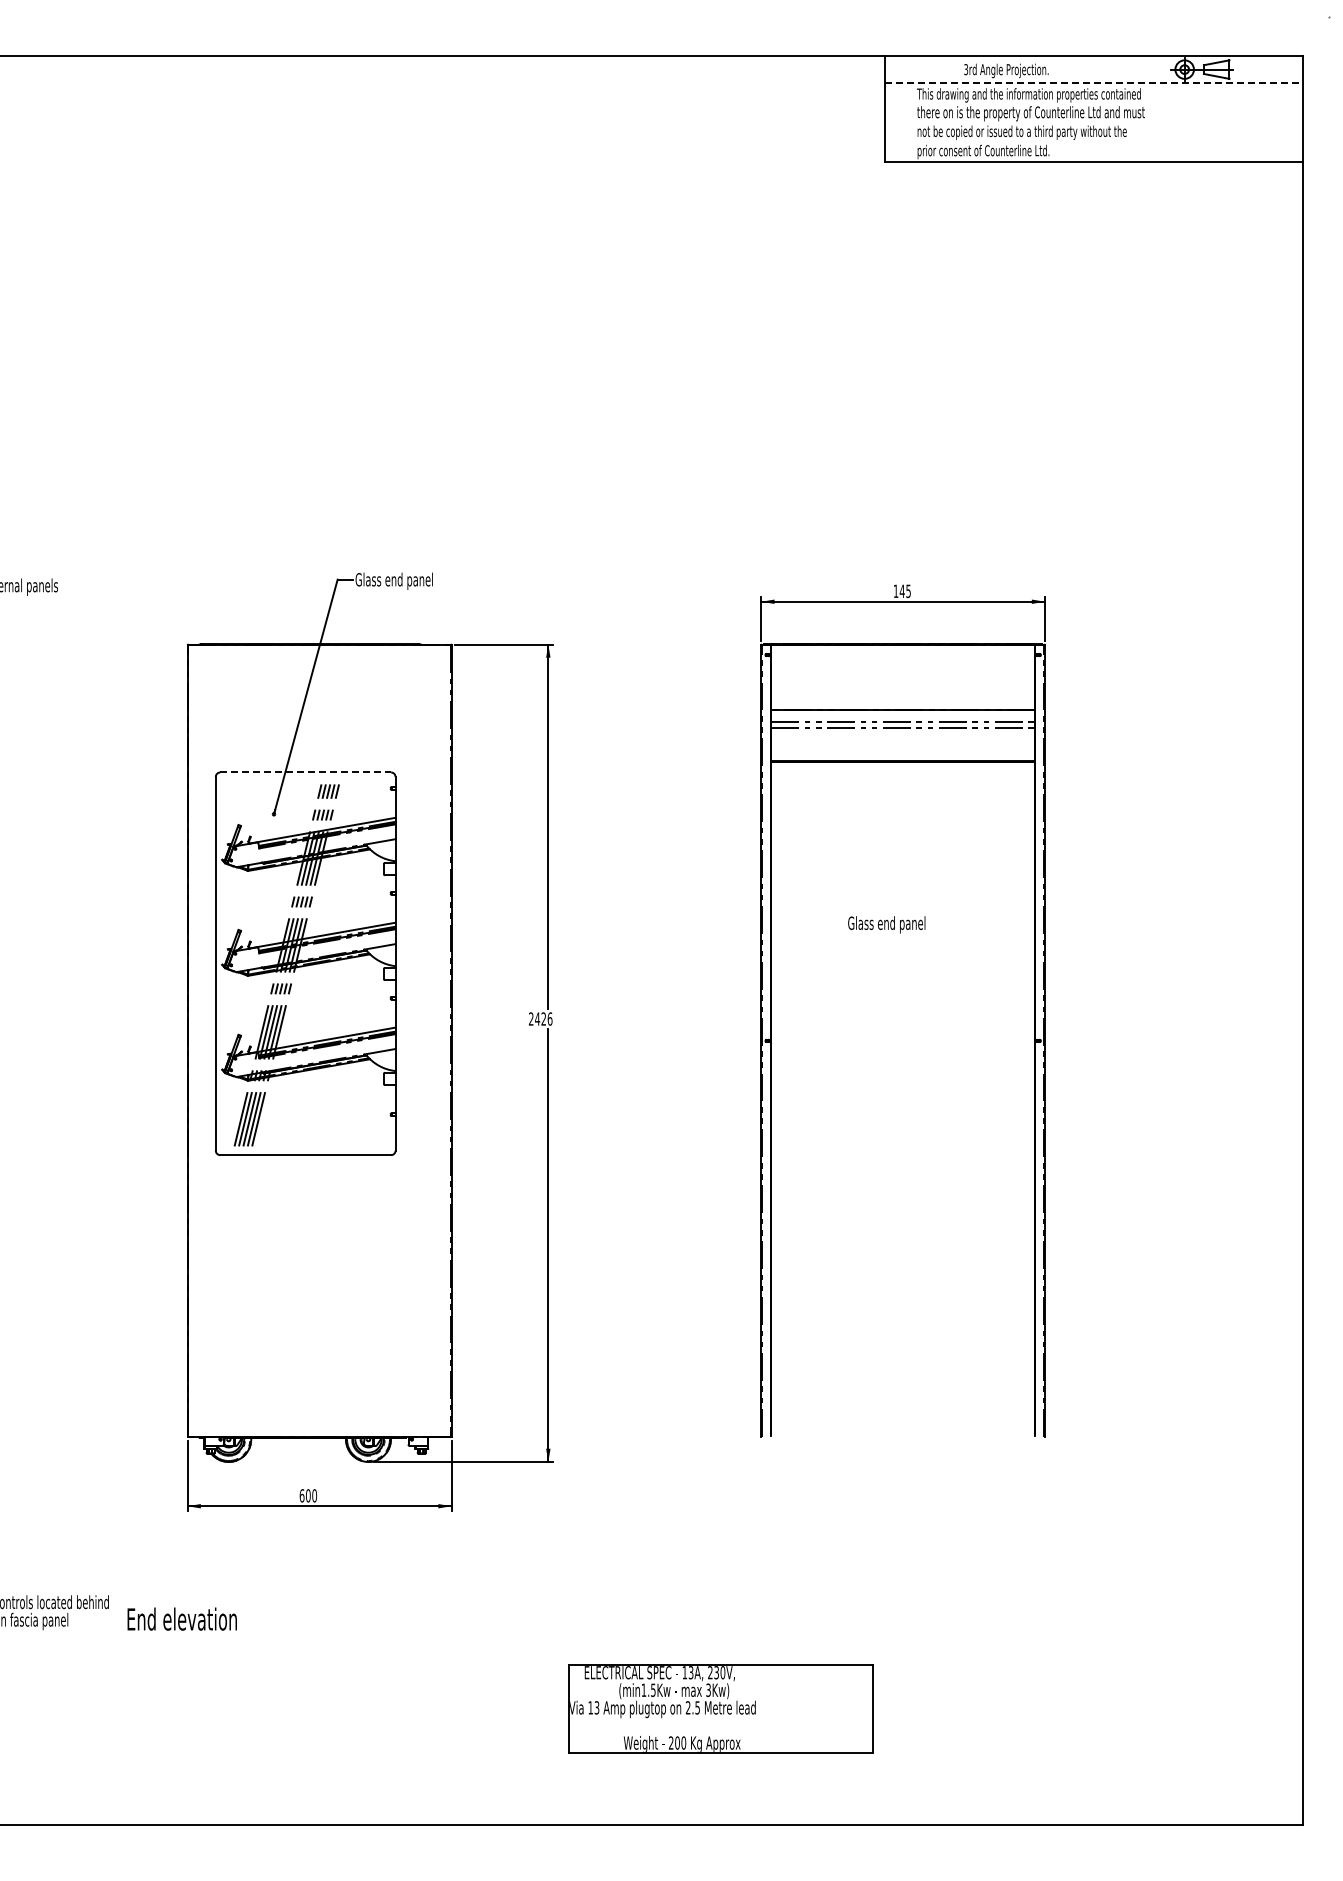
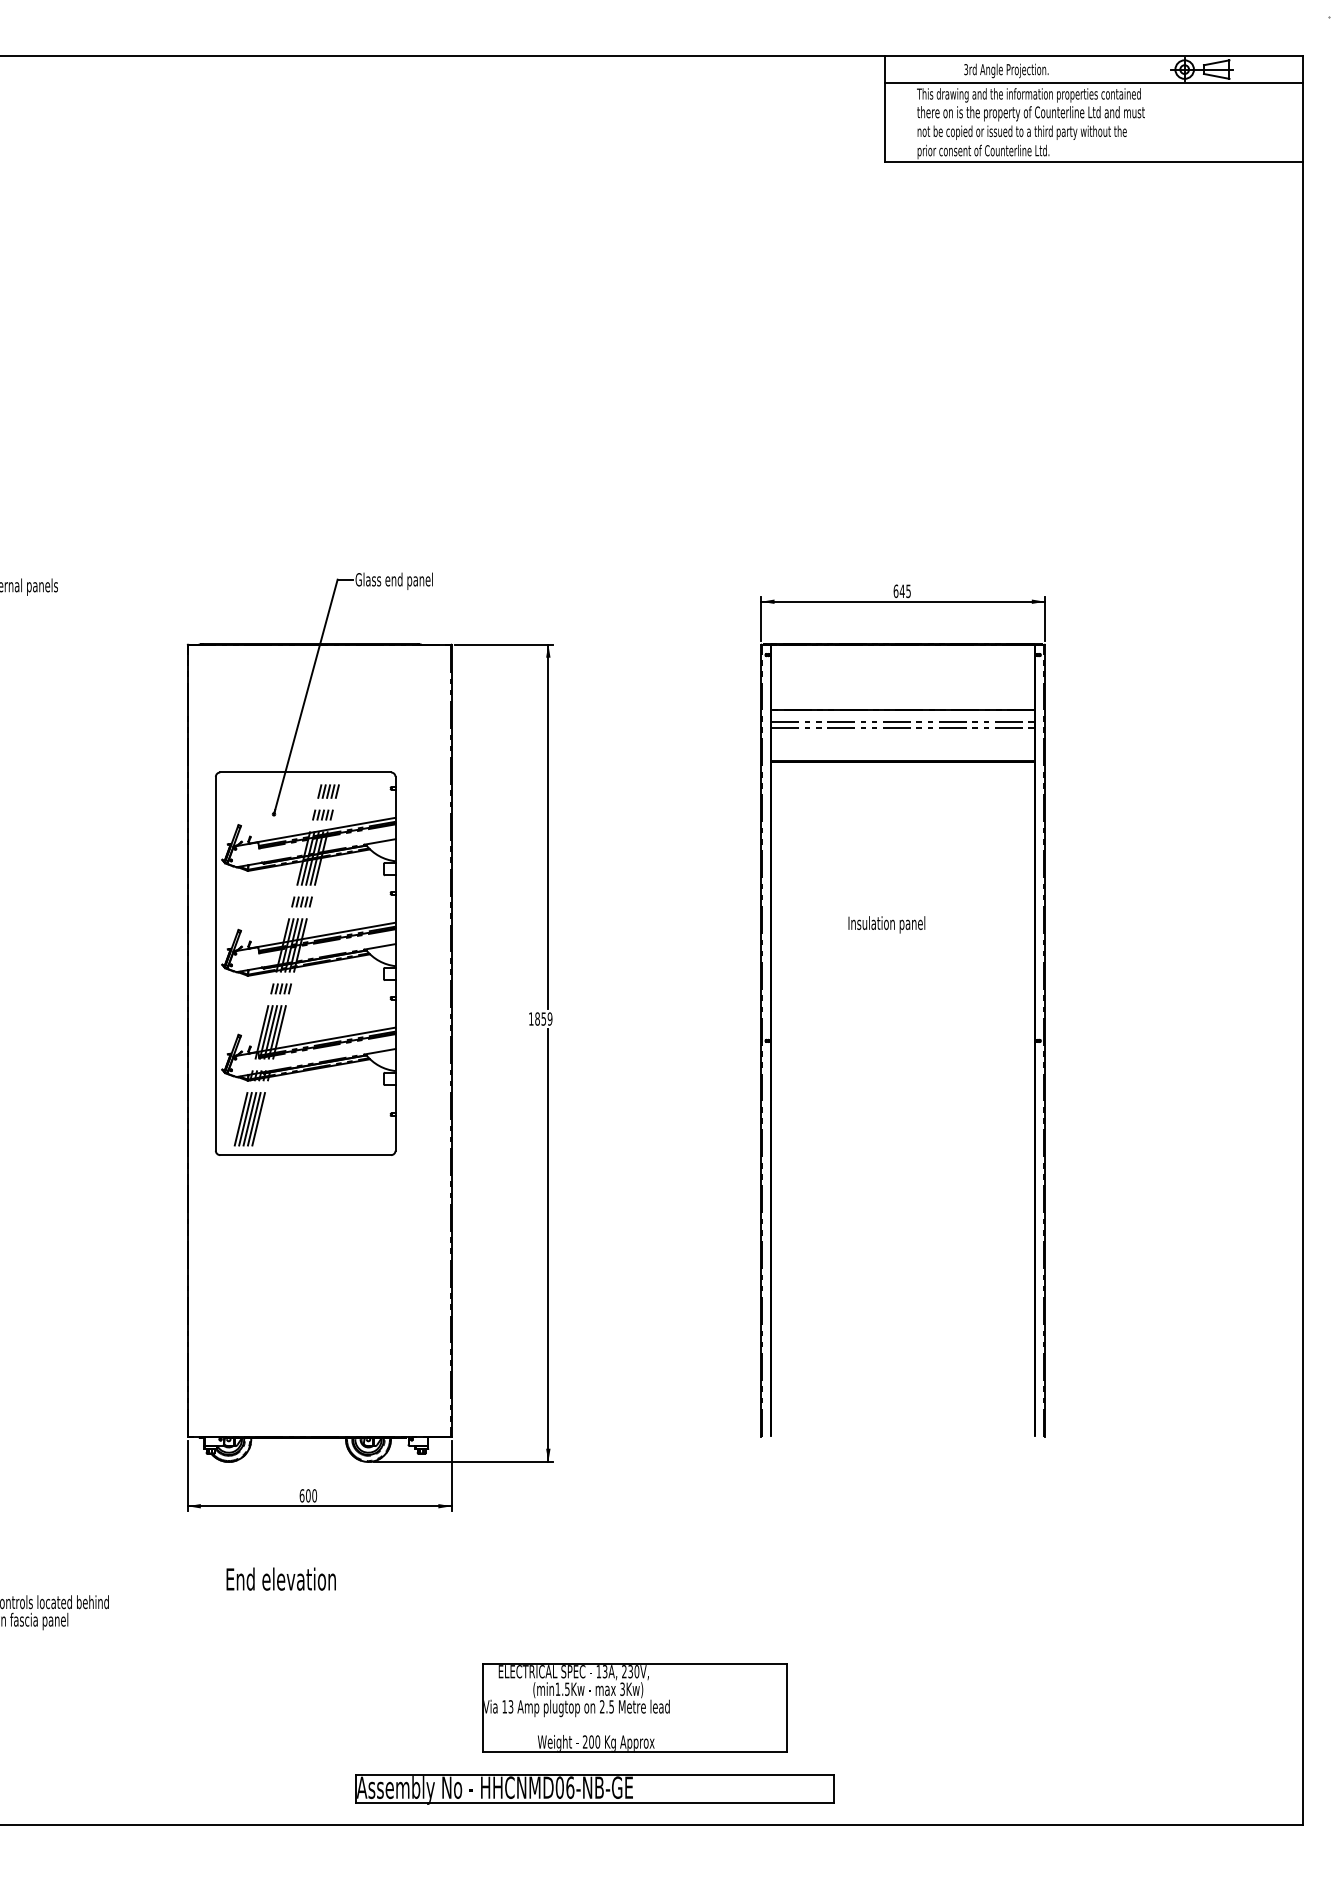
line at (1093, 82): dashed -> solid
text at (895, 591): 145 -> 645
line at (306, 772): dashed -> solid
text at (886, 924): Glass end panel -> Insulation panel
text at (540, 1018): 2426 -> 1859
text at (181, 1618) position: (181, 1618) -> (280, 1578)
part at (720, 1708) position: (720, 1708) -> (634, 1707)
part at (594, 1789): none -> present
